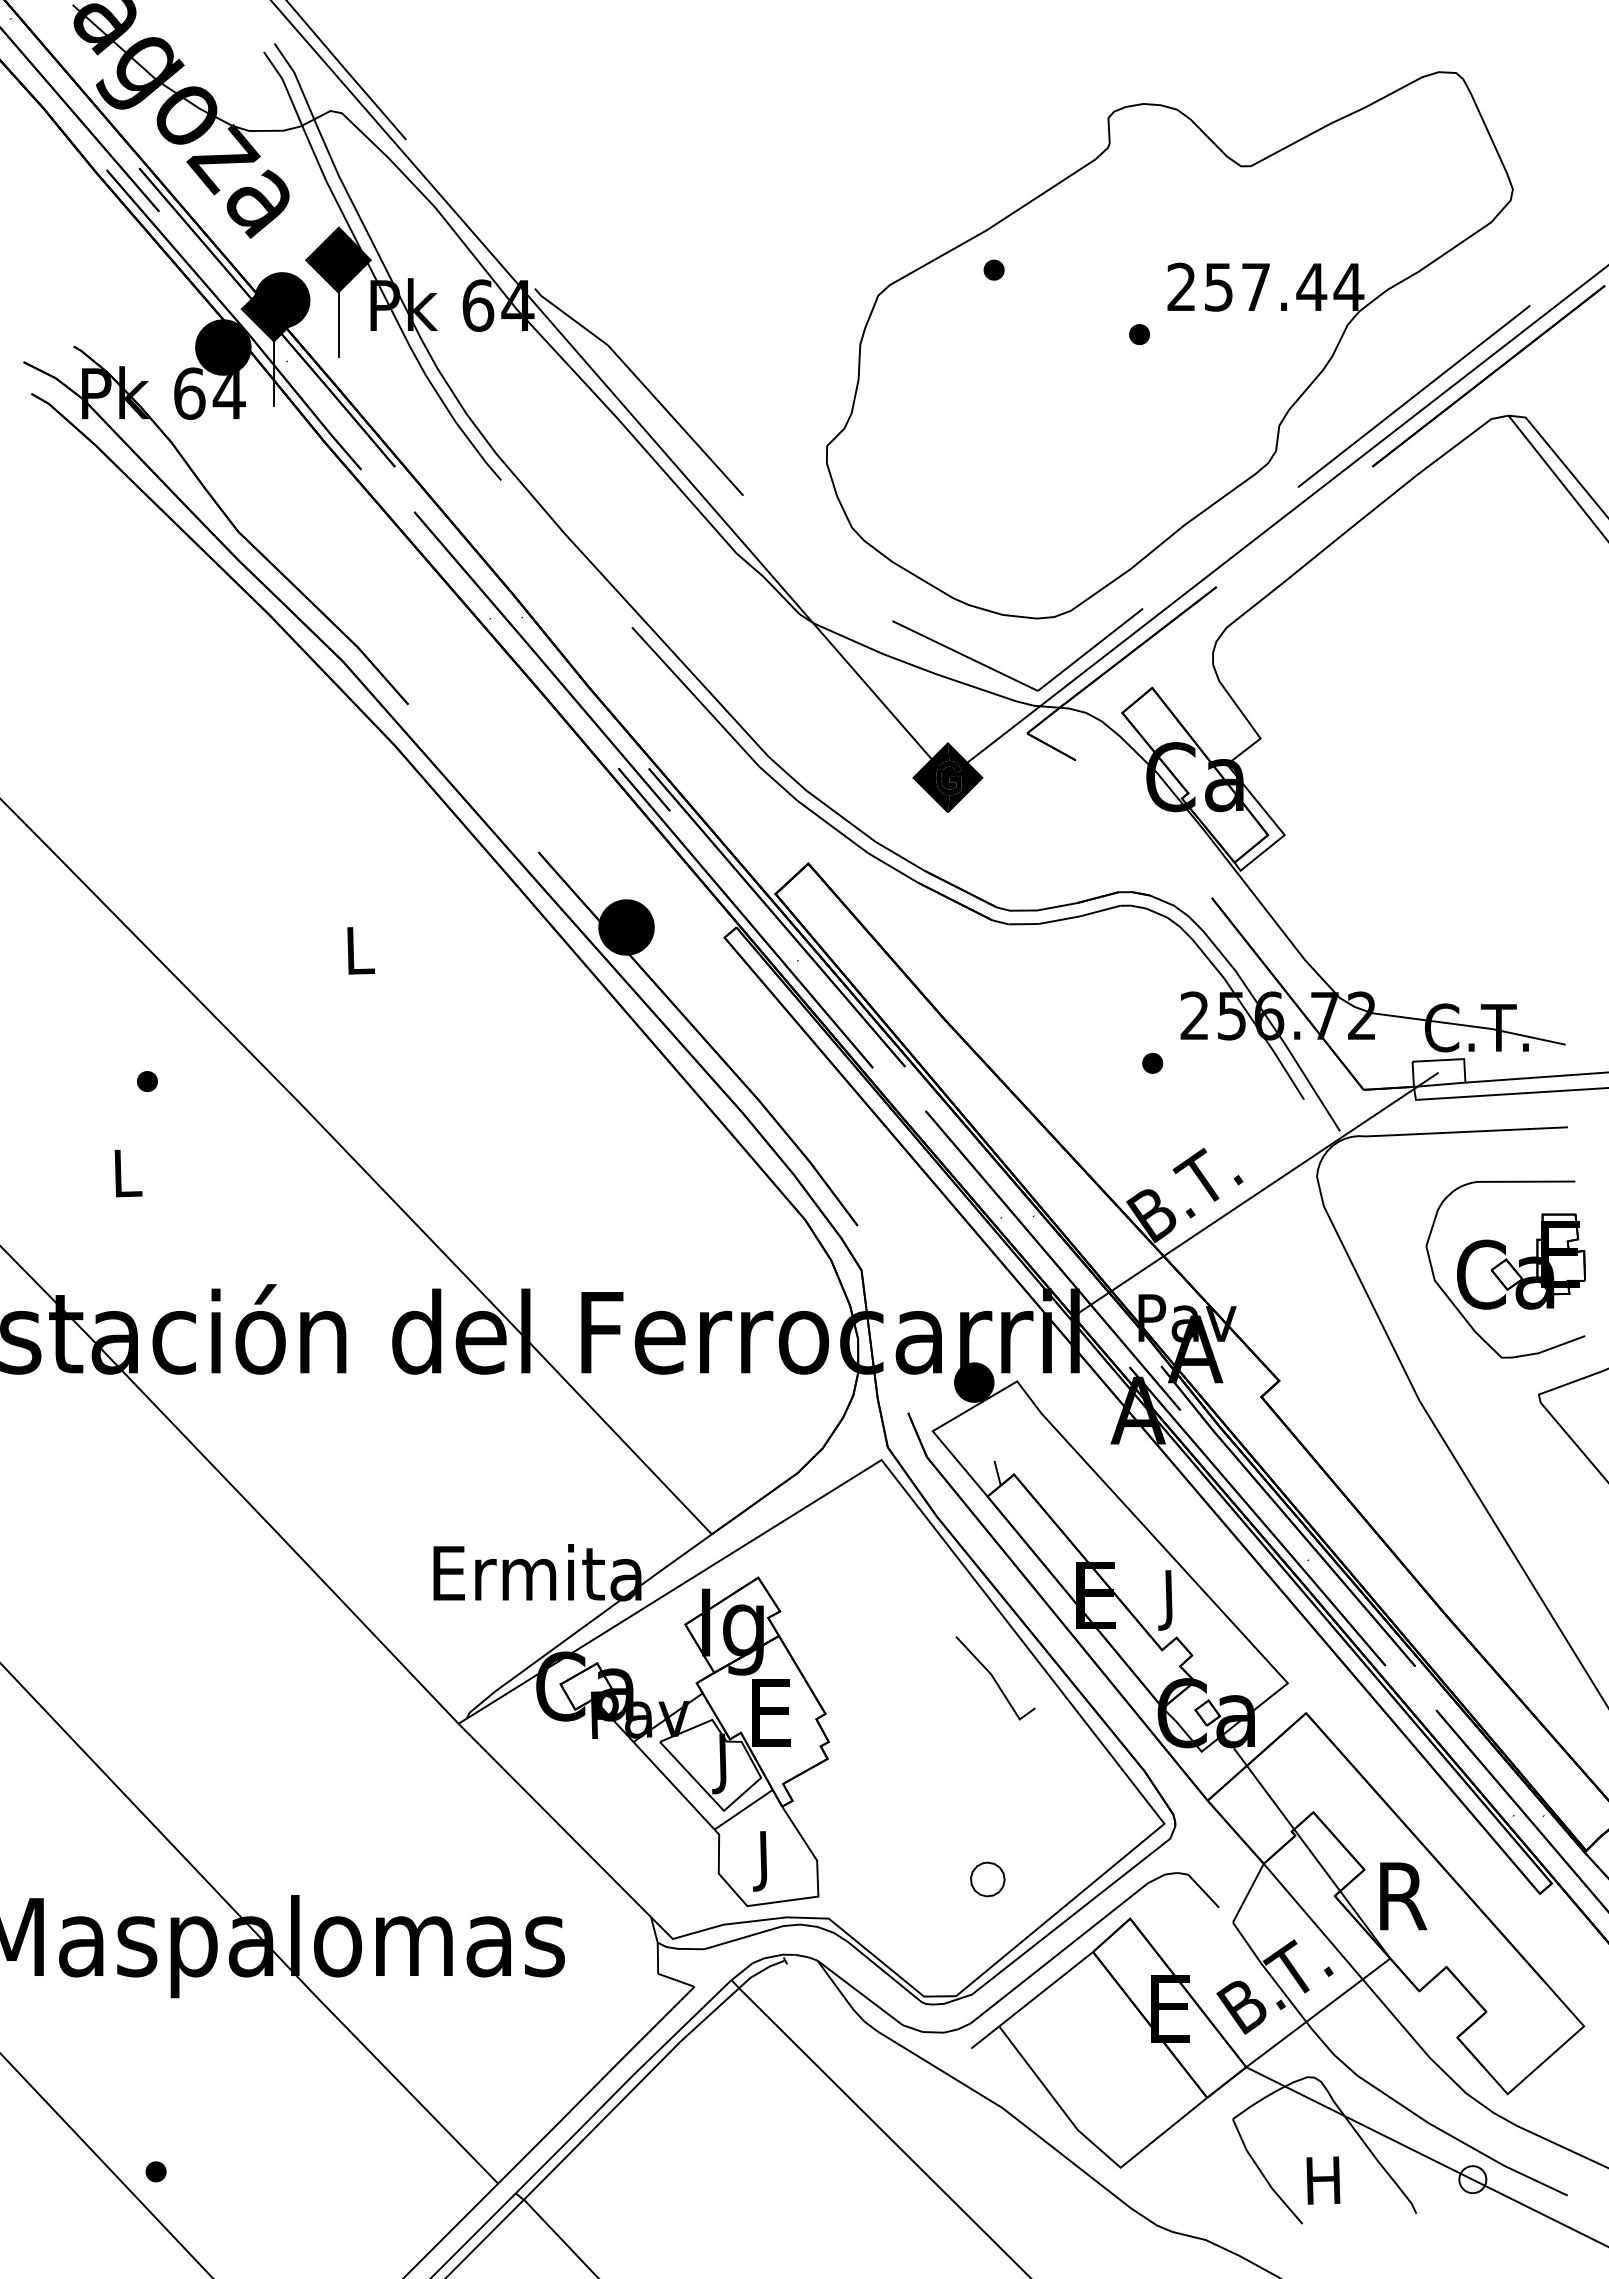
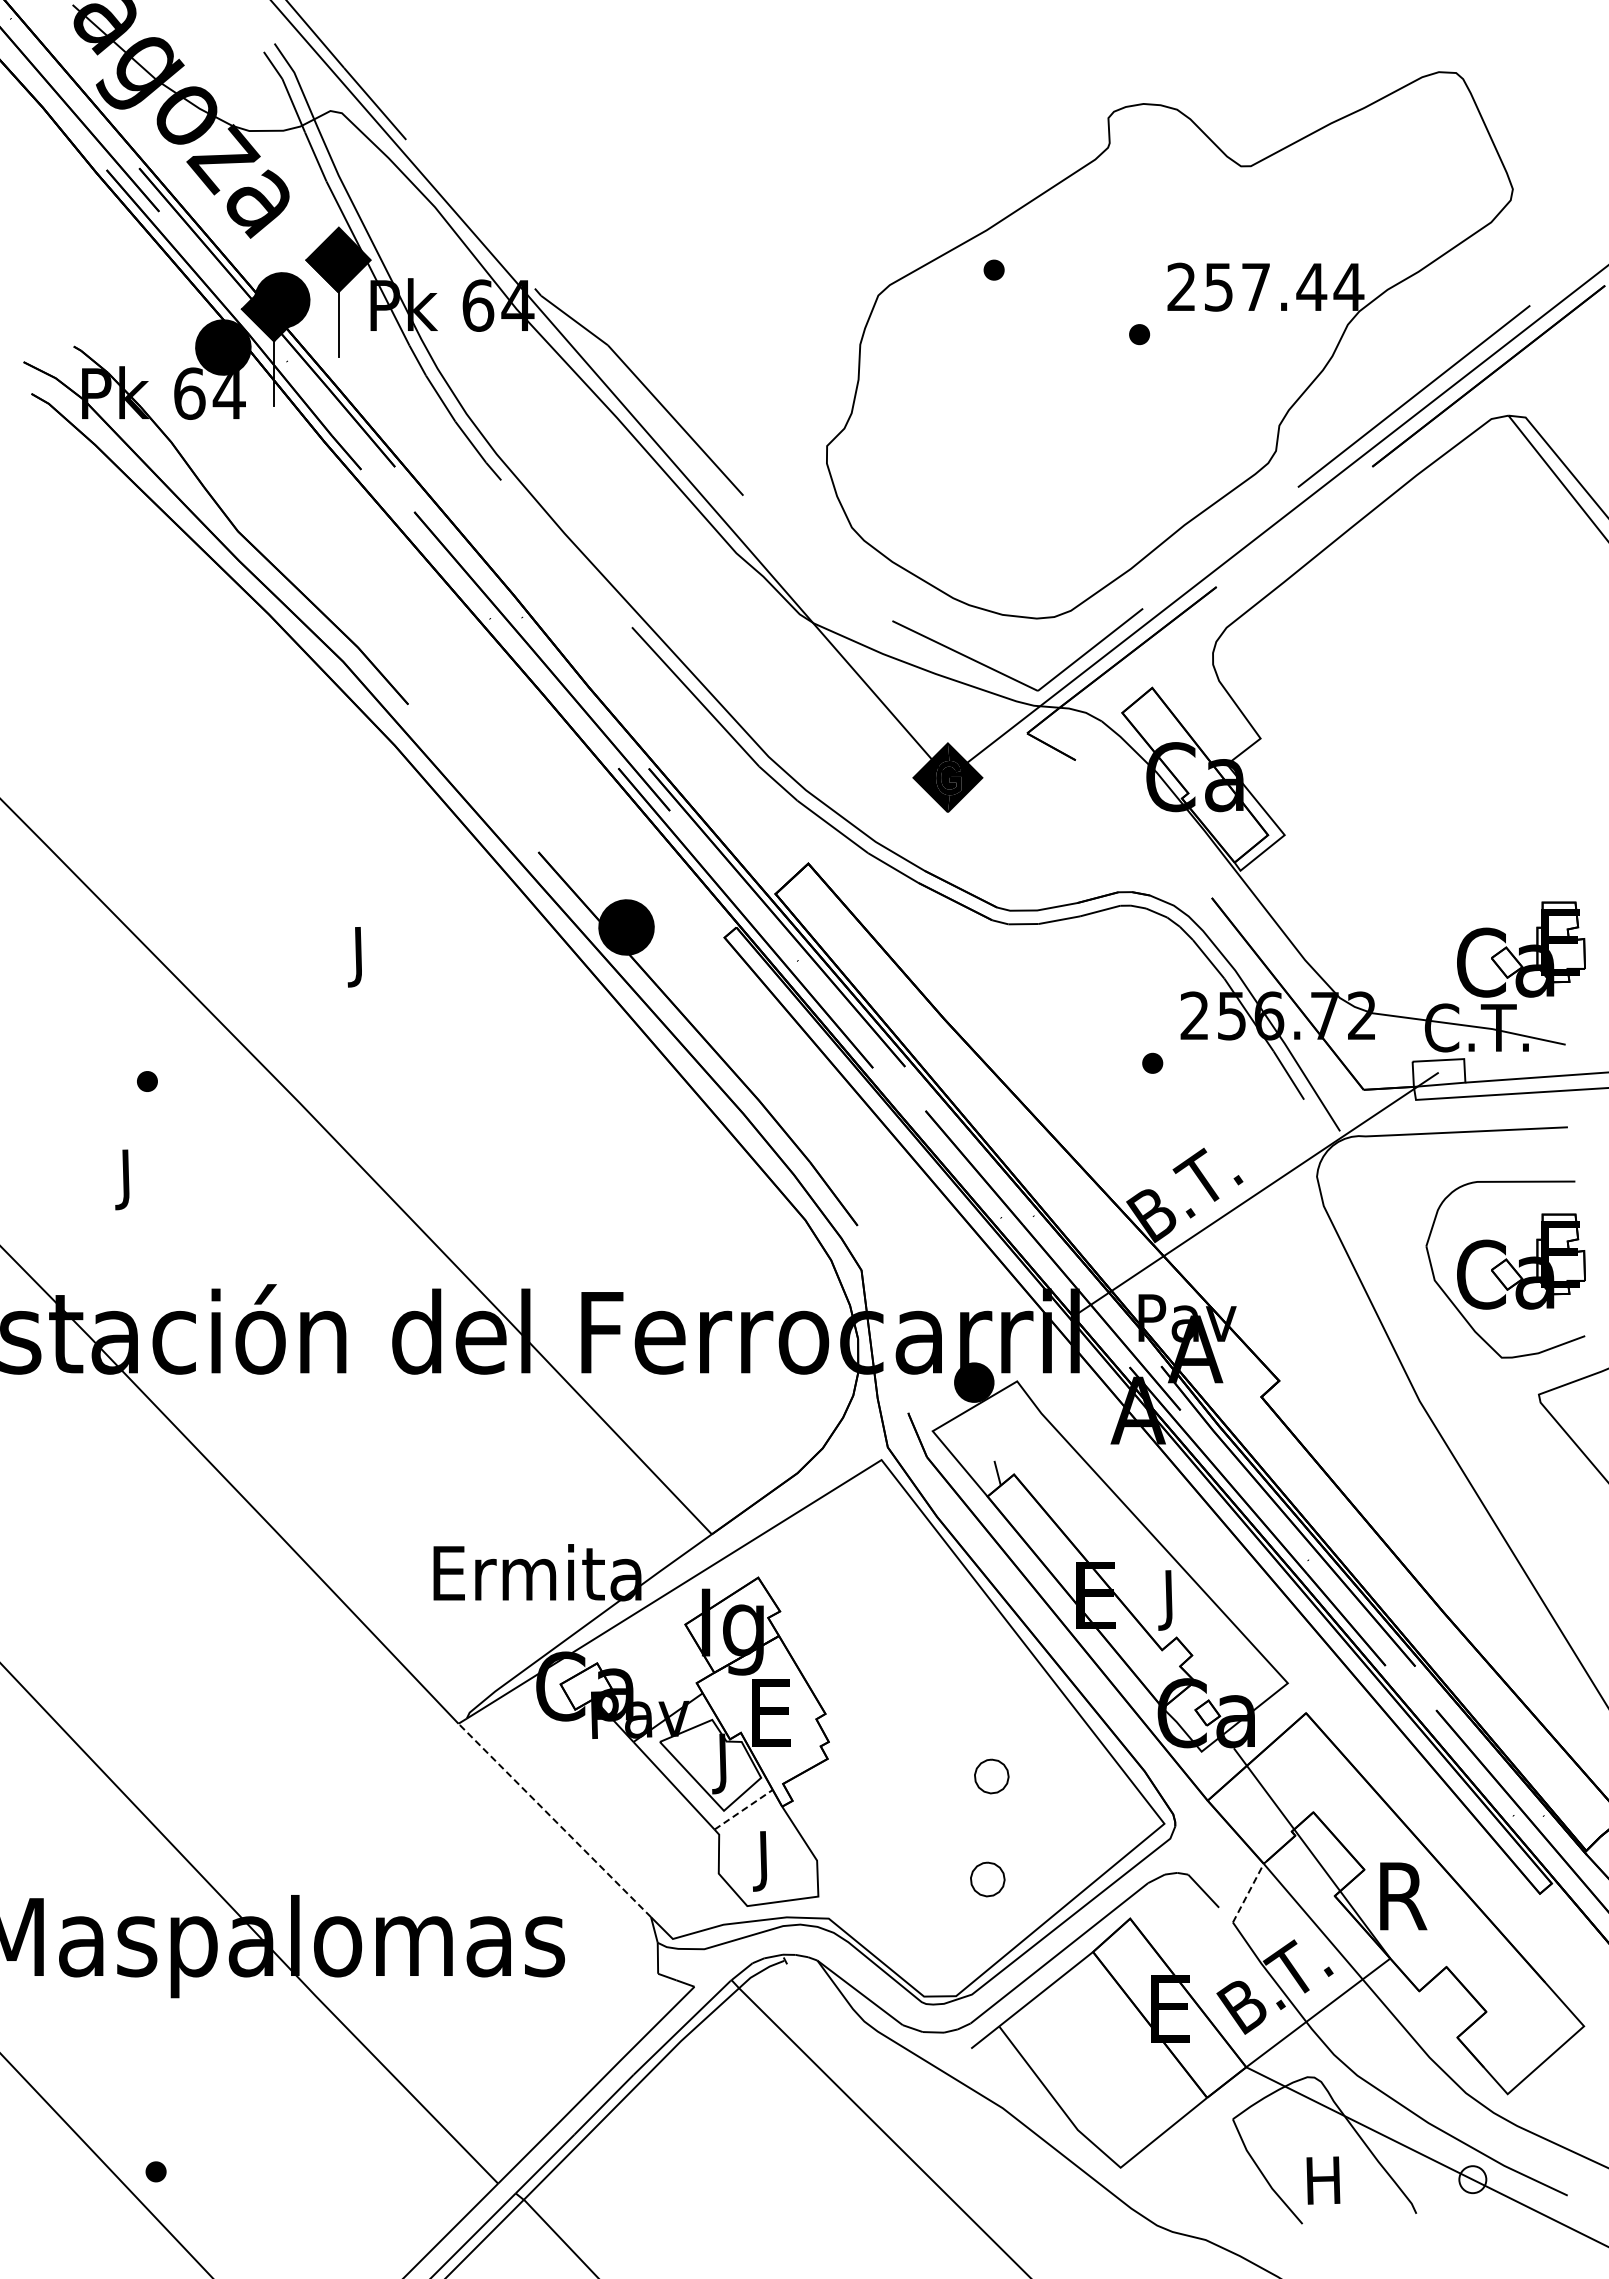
part at (1521, 949): none -> present
text at (361, 957): L -> J
text at (128, 1179): L -> J
line at (994, 1678): present -> none
part at (991, 1776): none -> present
line at (744, 1809): solid -> dashed
line at (554, 1820): solid -> dashed
line at (1248, 1892): solid -> dashed
